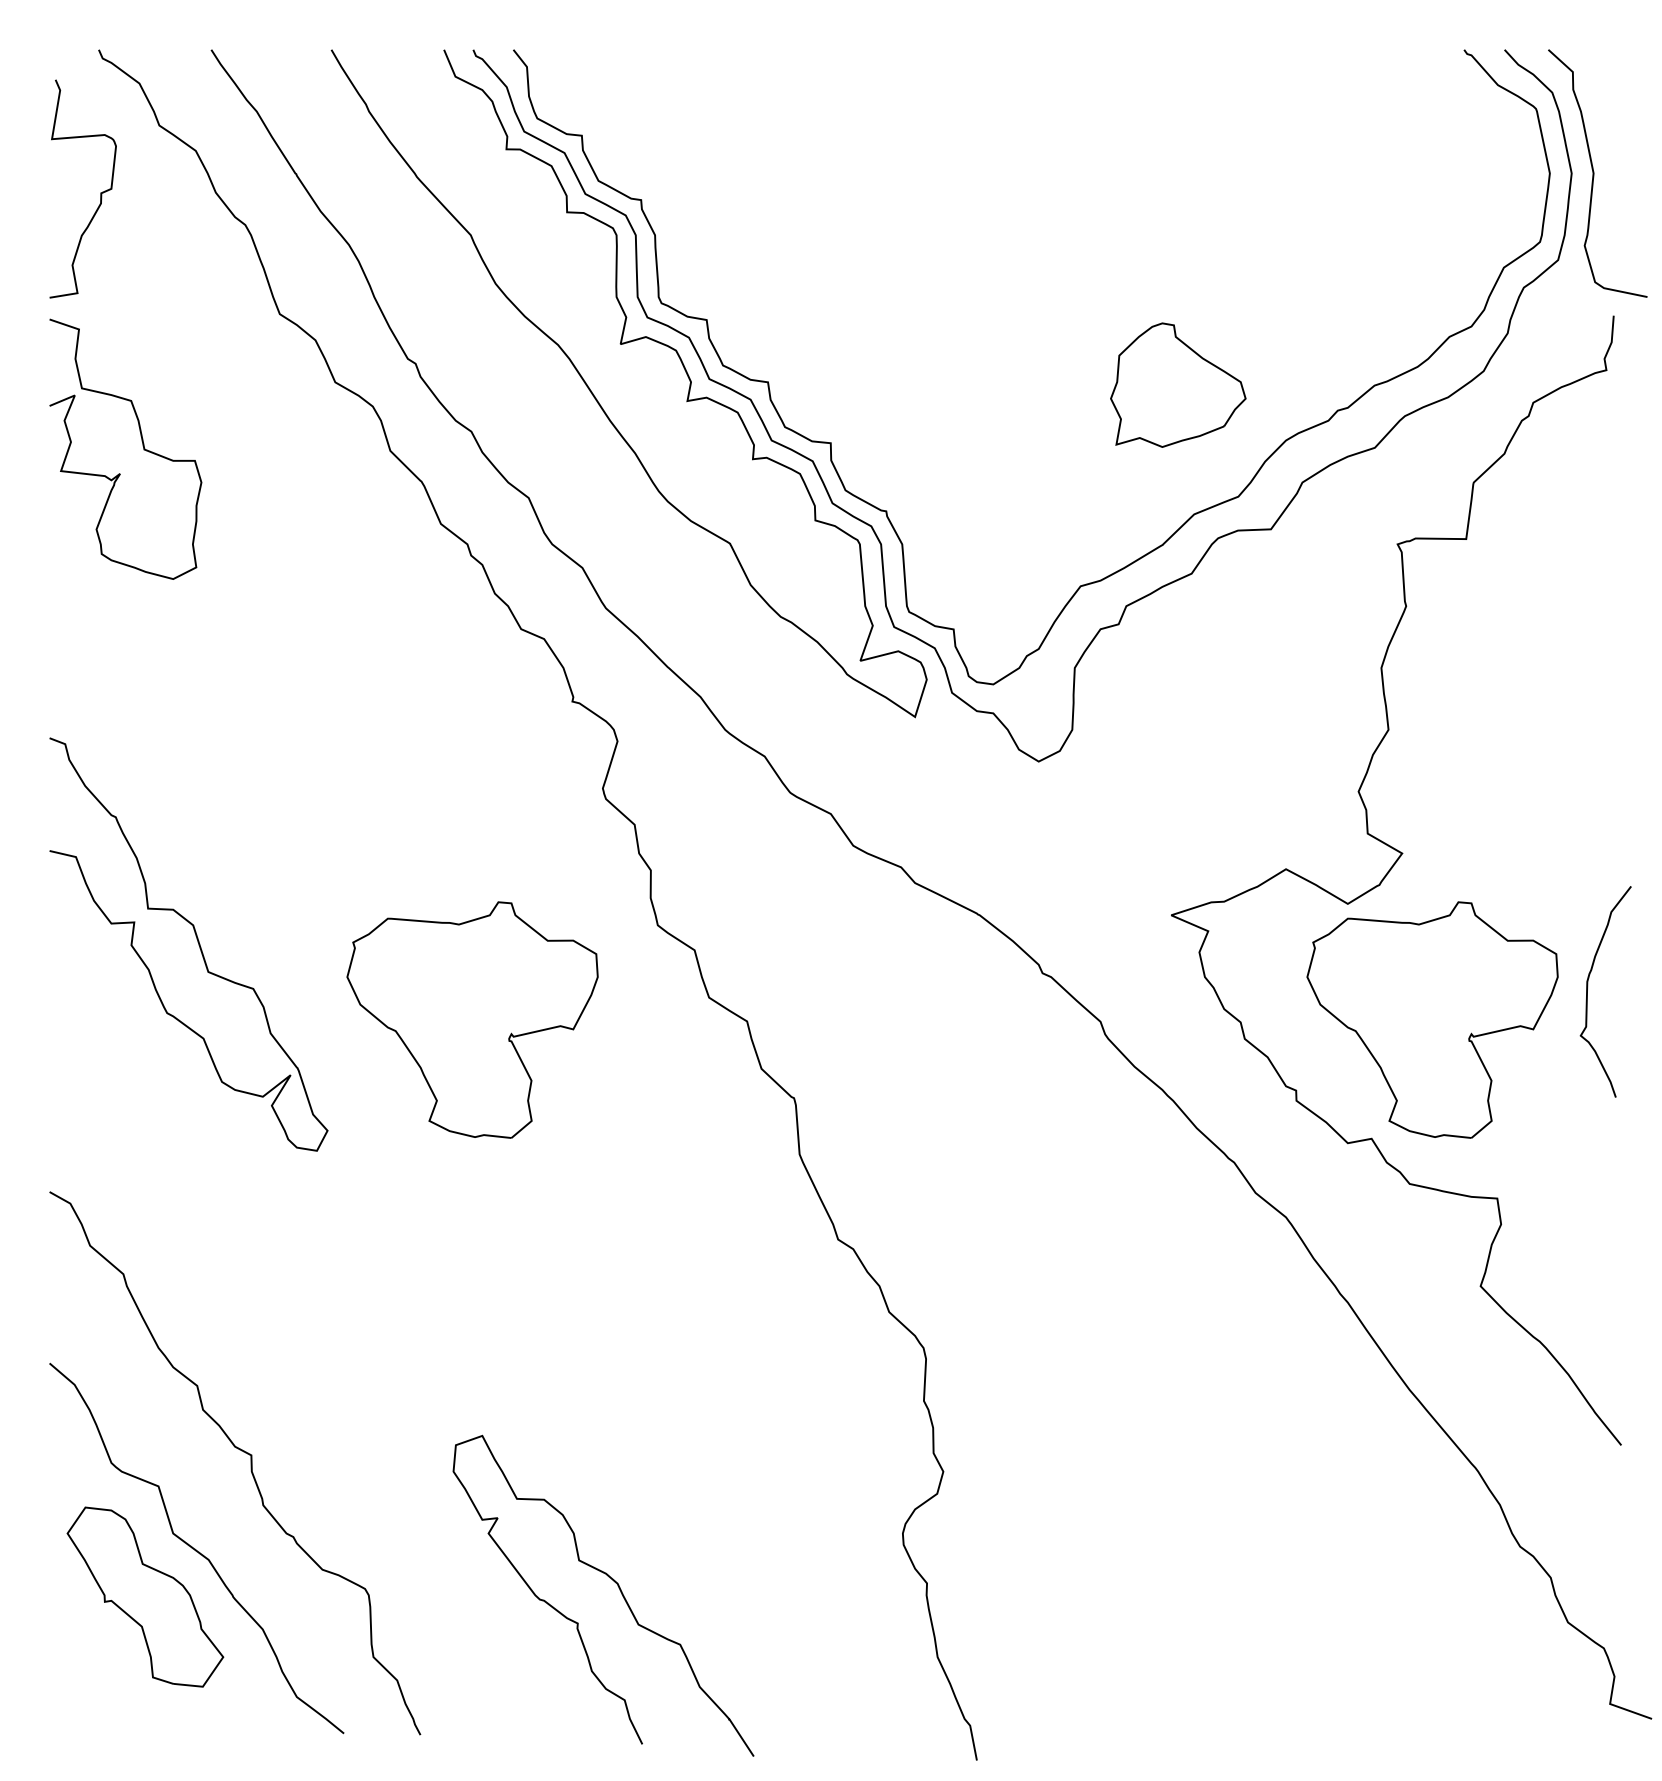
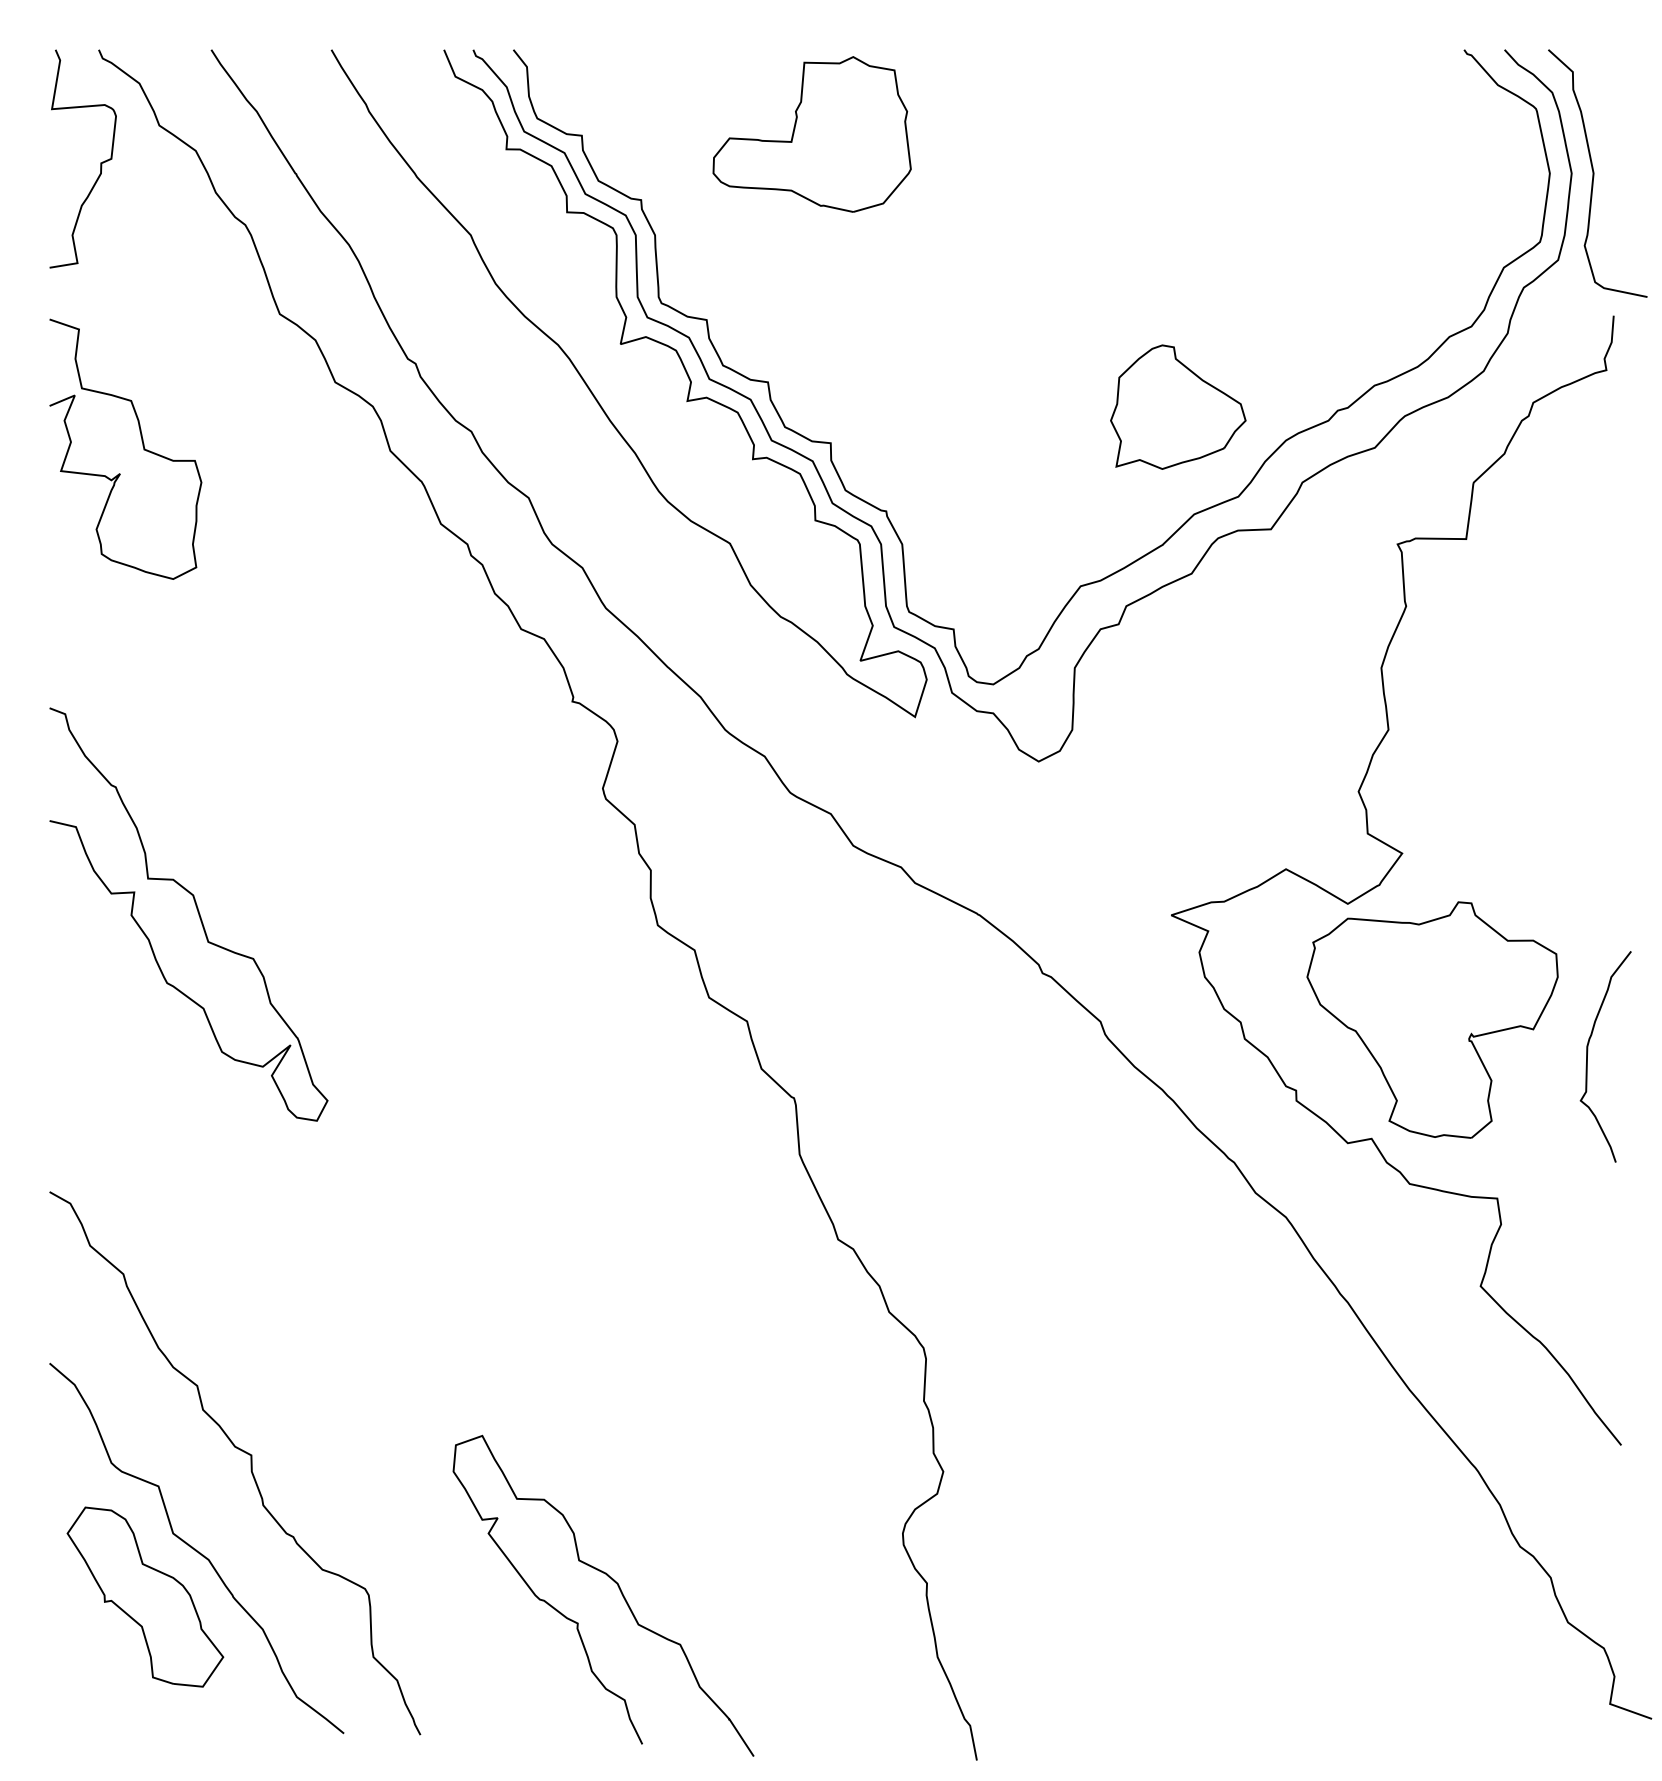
part at (811, 134): none -> present
curve at (100, 192) position: (100, 192) -> (100, 162)
part at (1178, 384) position: (1178, 384) -> (1178, 406)
curve at (197, 942) position: (197, 942) -> (197, 912)
curve at (1588, 986) position: (1588, 986) -> (1588, 1051)
part at (472, 1019): present -> none
